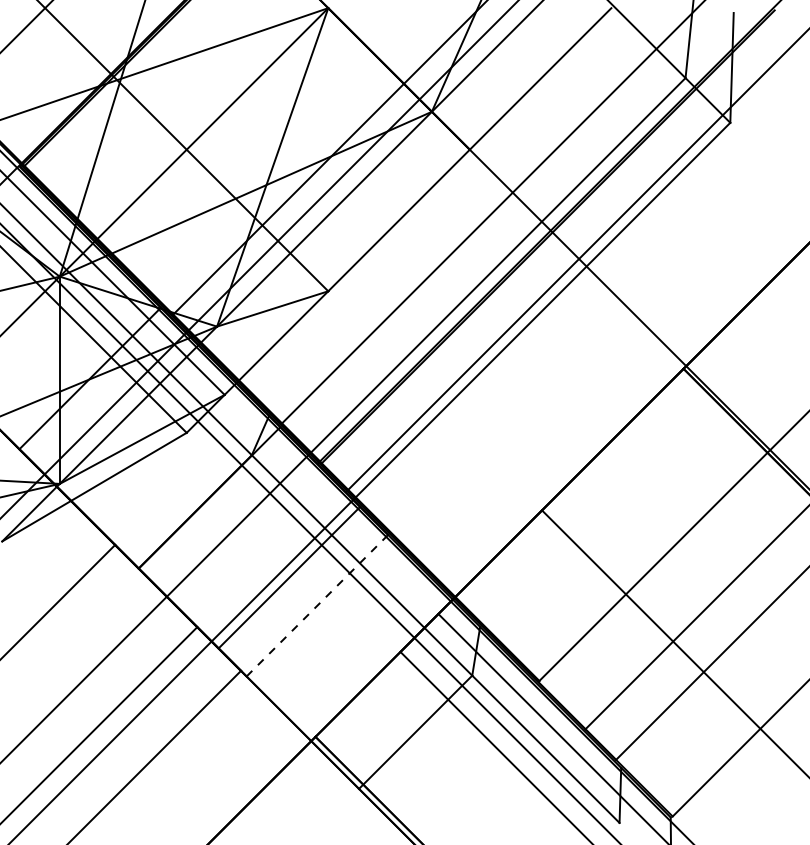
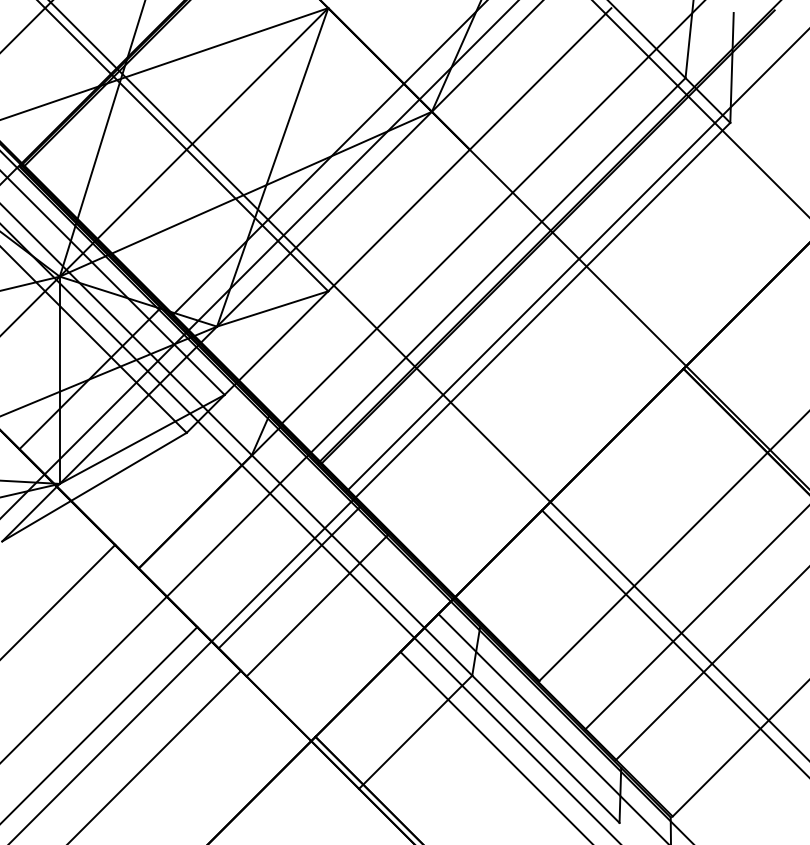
line at (700, 108): none -> present
line at (428, 380): none -> present
line at (317, 606): dashed -> solid
